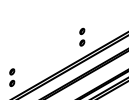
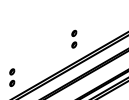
part at (82, 36) position: (82, 36) -> (74, 38)
